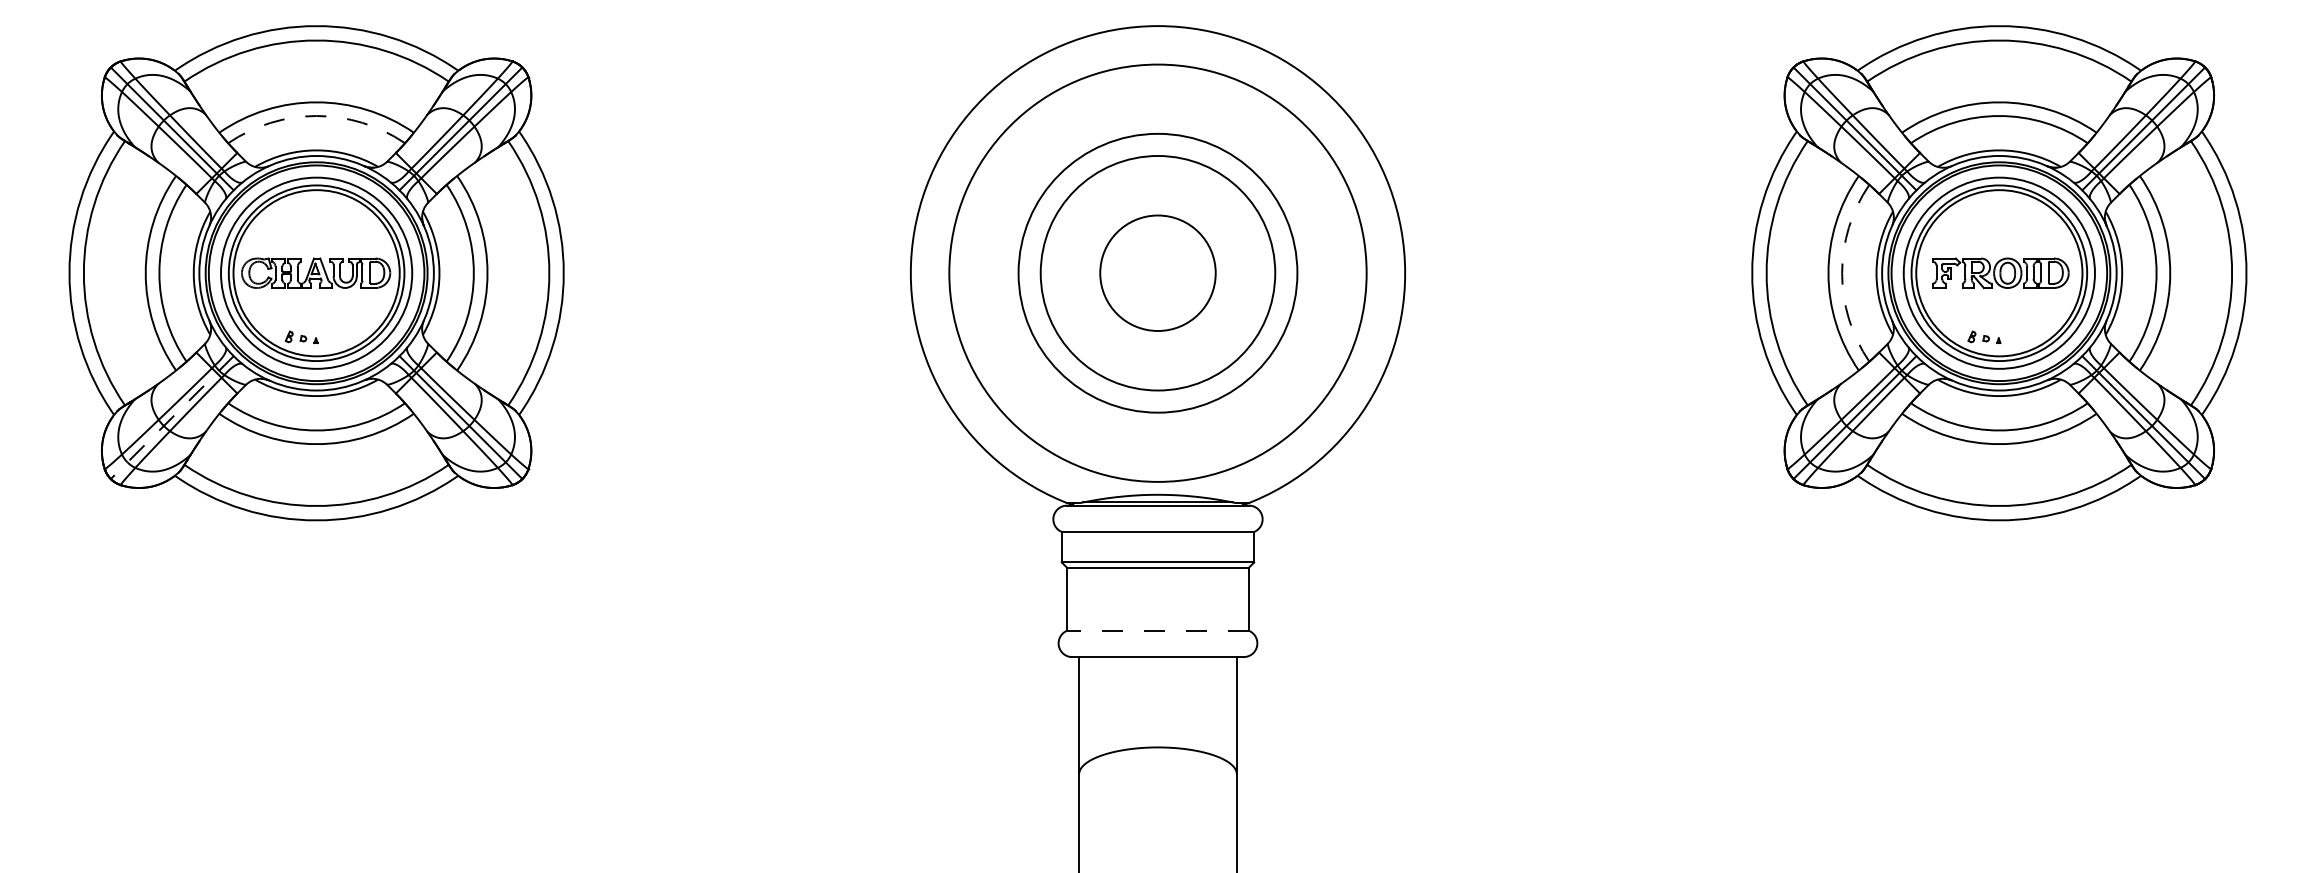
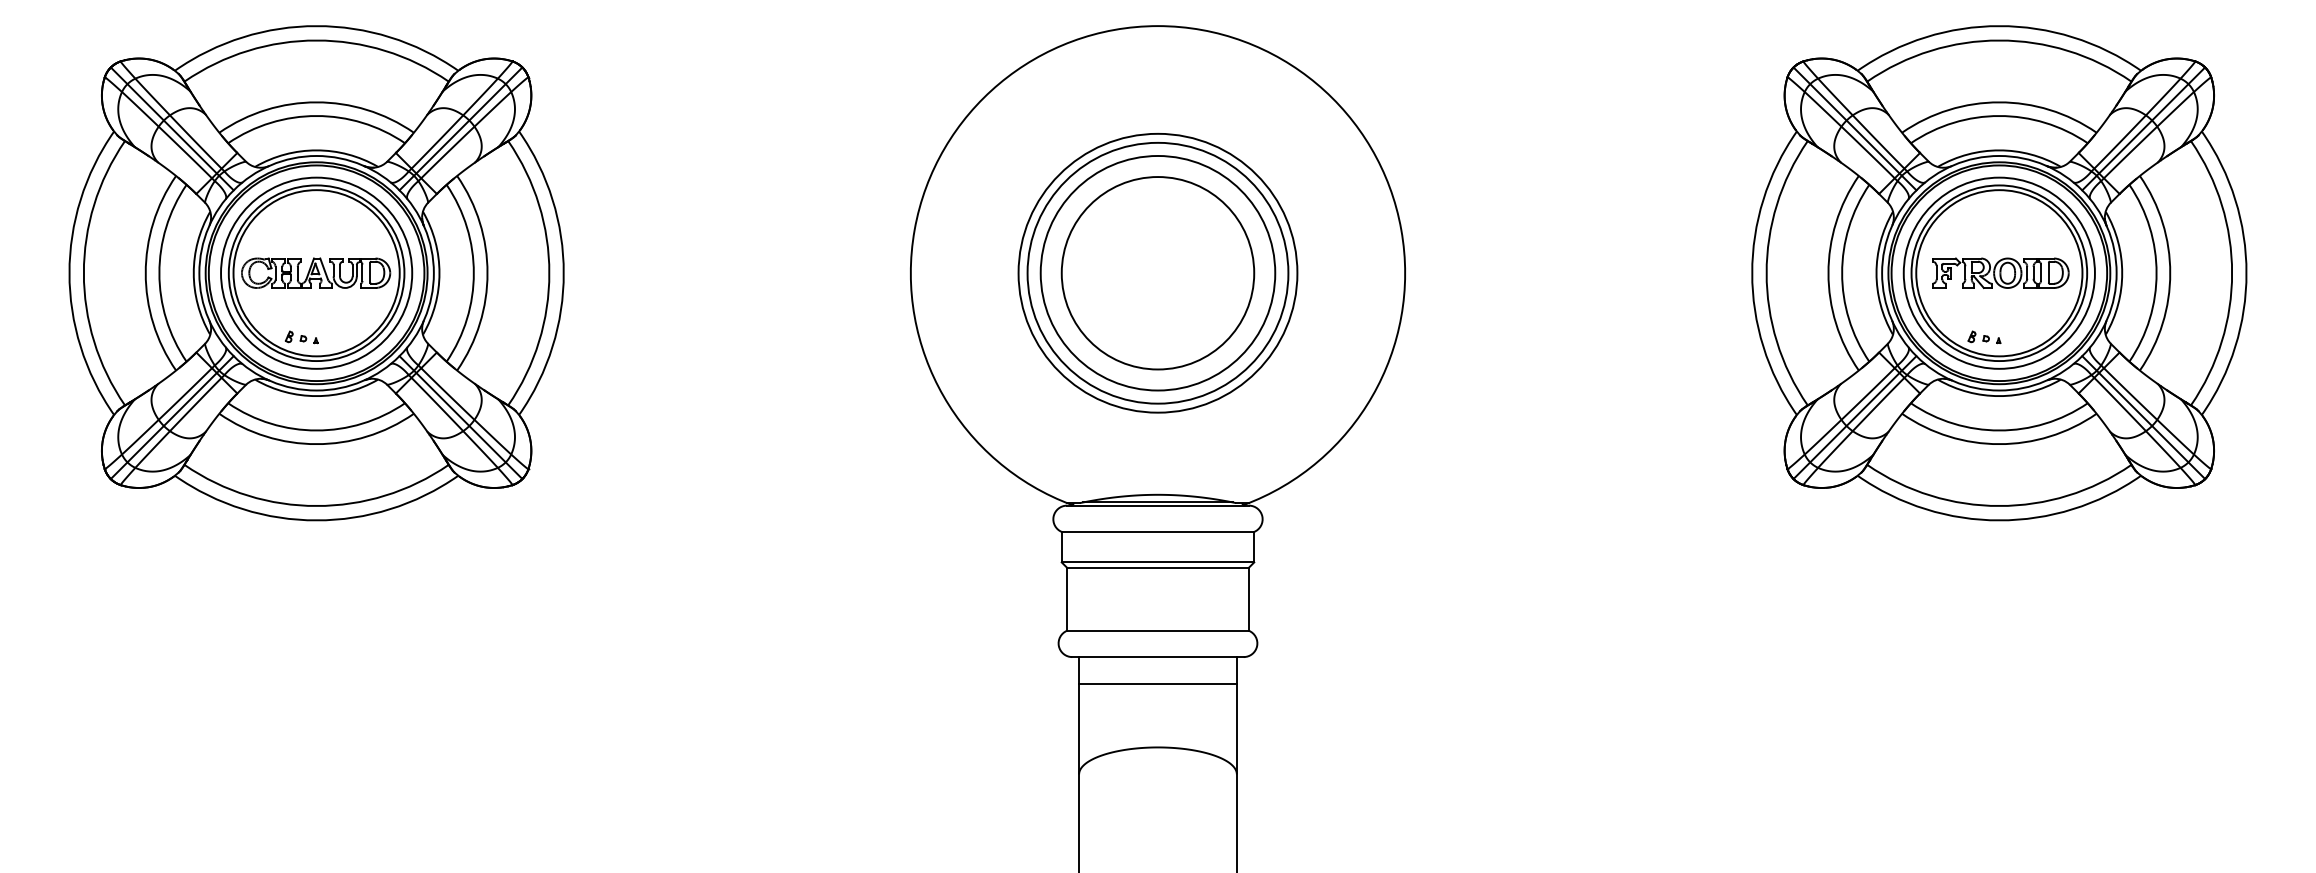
arc at (316, 116): dashed -> solid
circle at (1157, 272) diameter: 417 px -> 261 px
circle at (1157, 273) diameter: 115 px -> 192 px
arc at (1842, 273): dashed -> solid
line at (172, 417): dashed -> solid
line at (1157, 630): dashed -> solid
line at (1157, 684): none -> present
